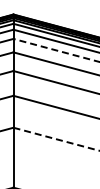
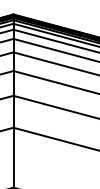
line at (55, 50): dashed -> solid
line at (56, 139): dashed -> solid
